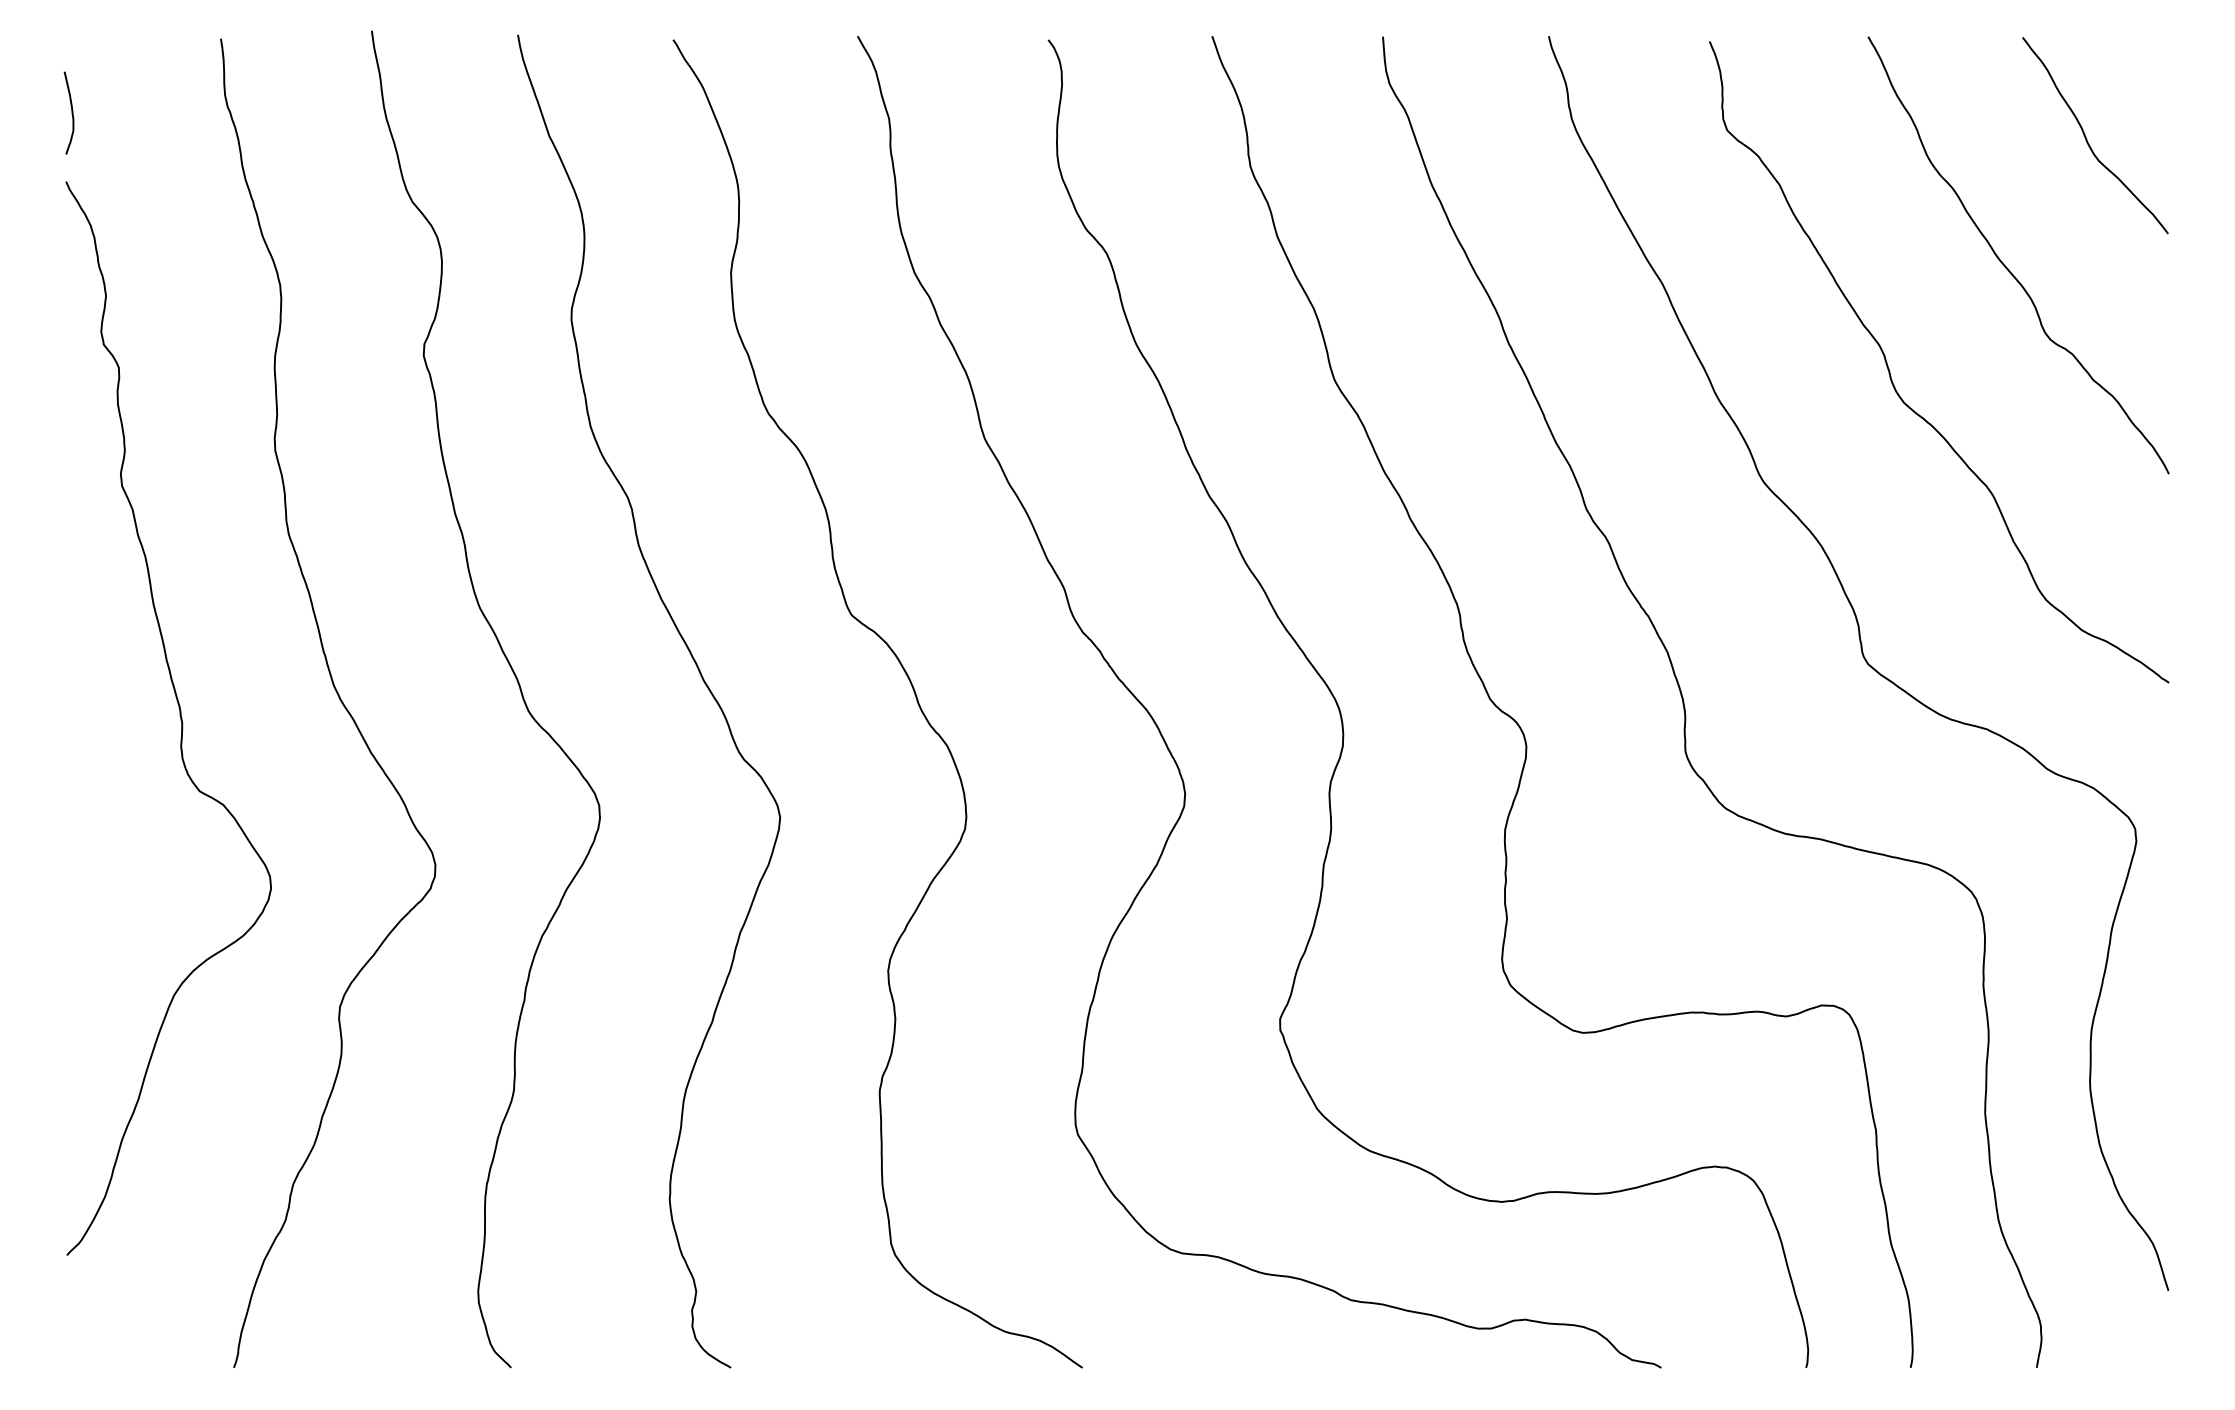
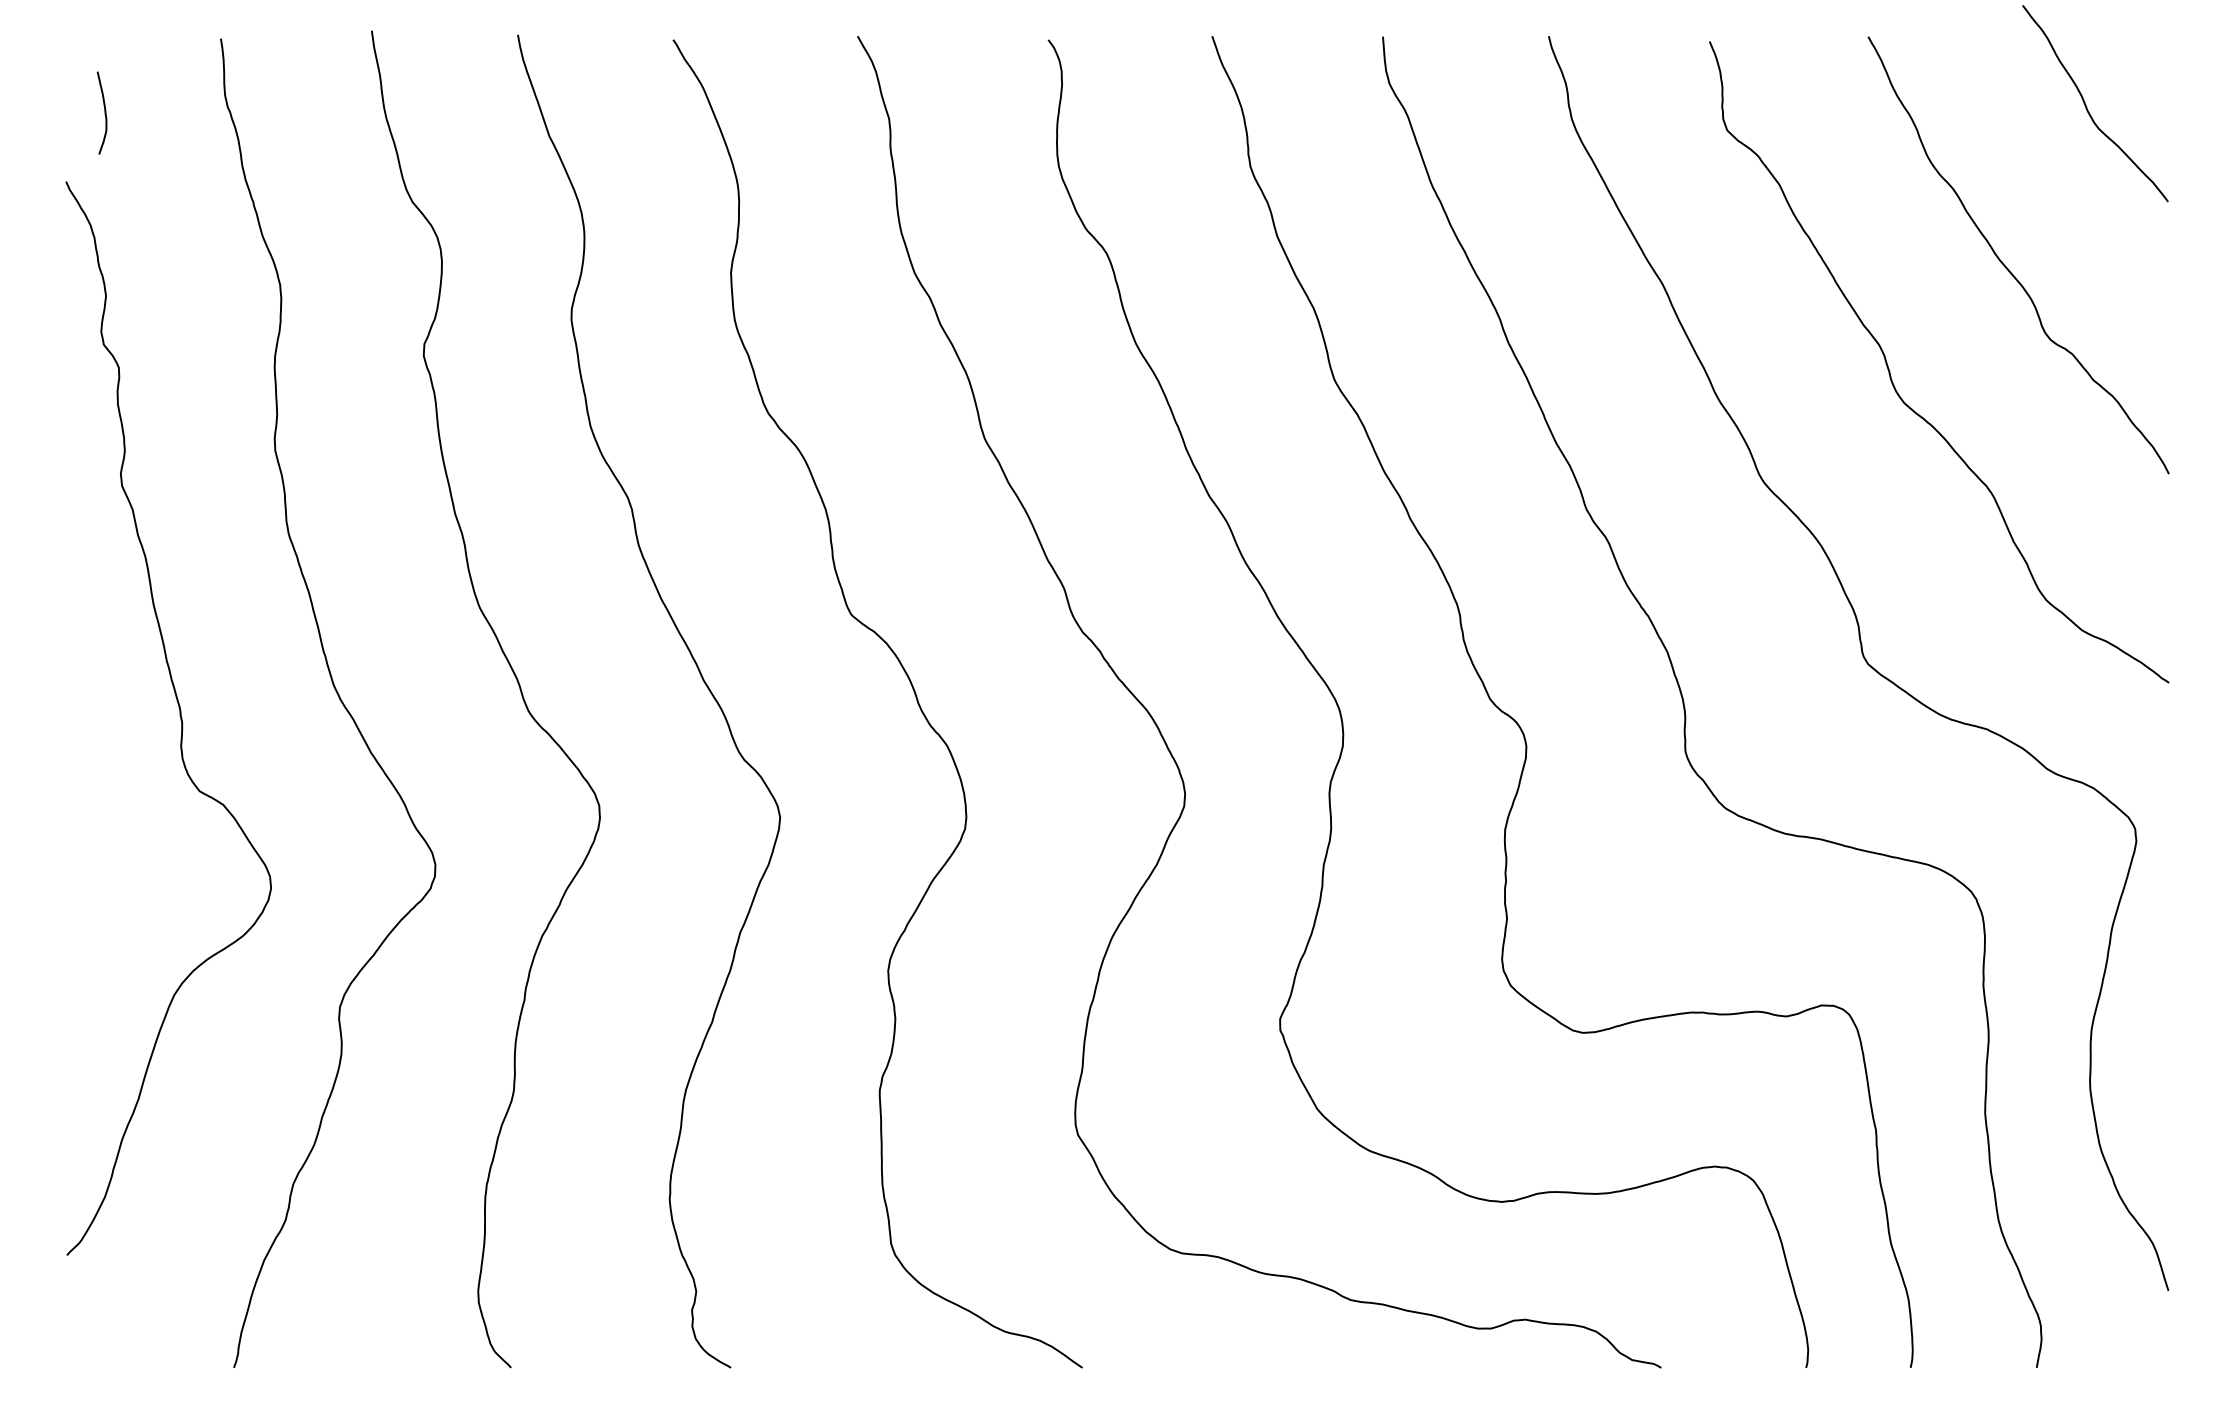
curve at (71, 112) position: (71, 112) -> (104, 112)
curve at (2087, 139) position: (2087, 139) -> (2087, 107)
